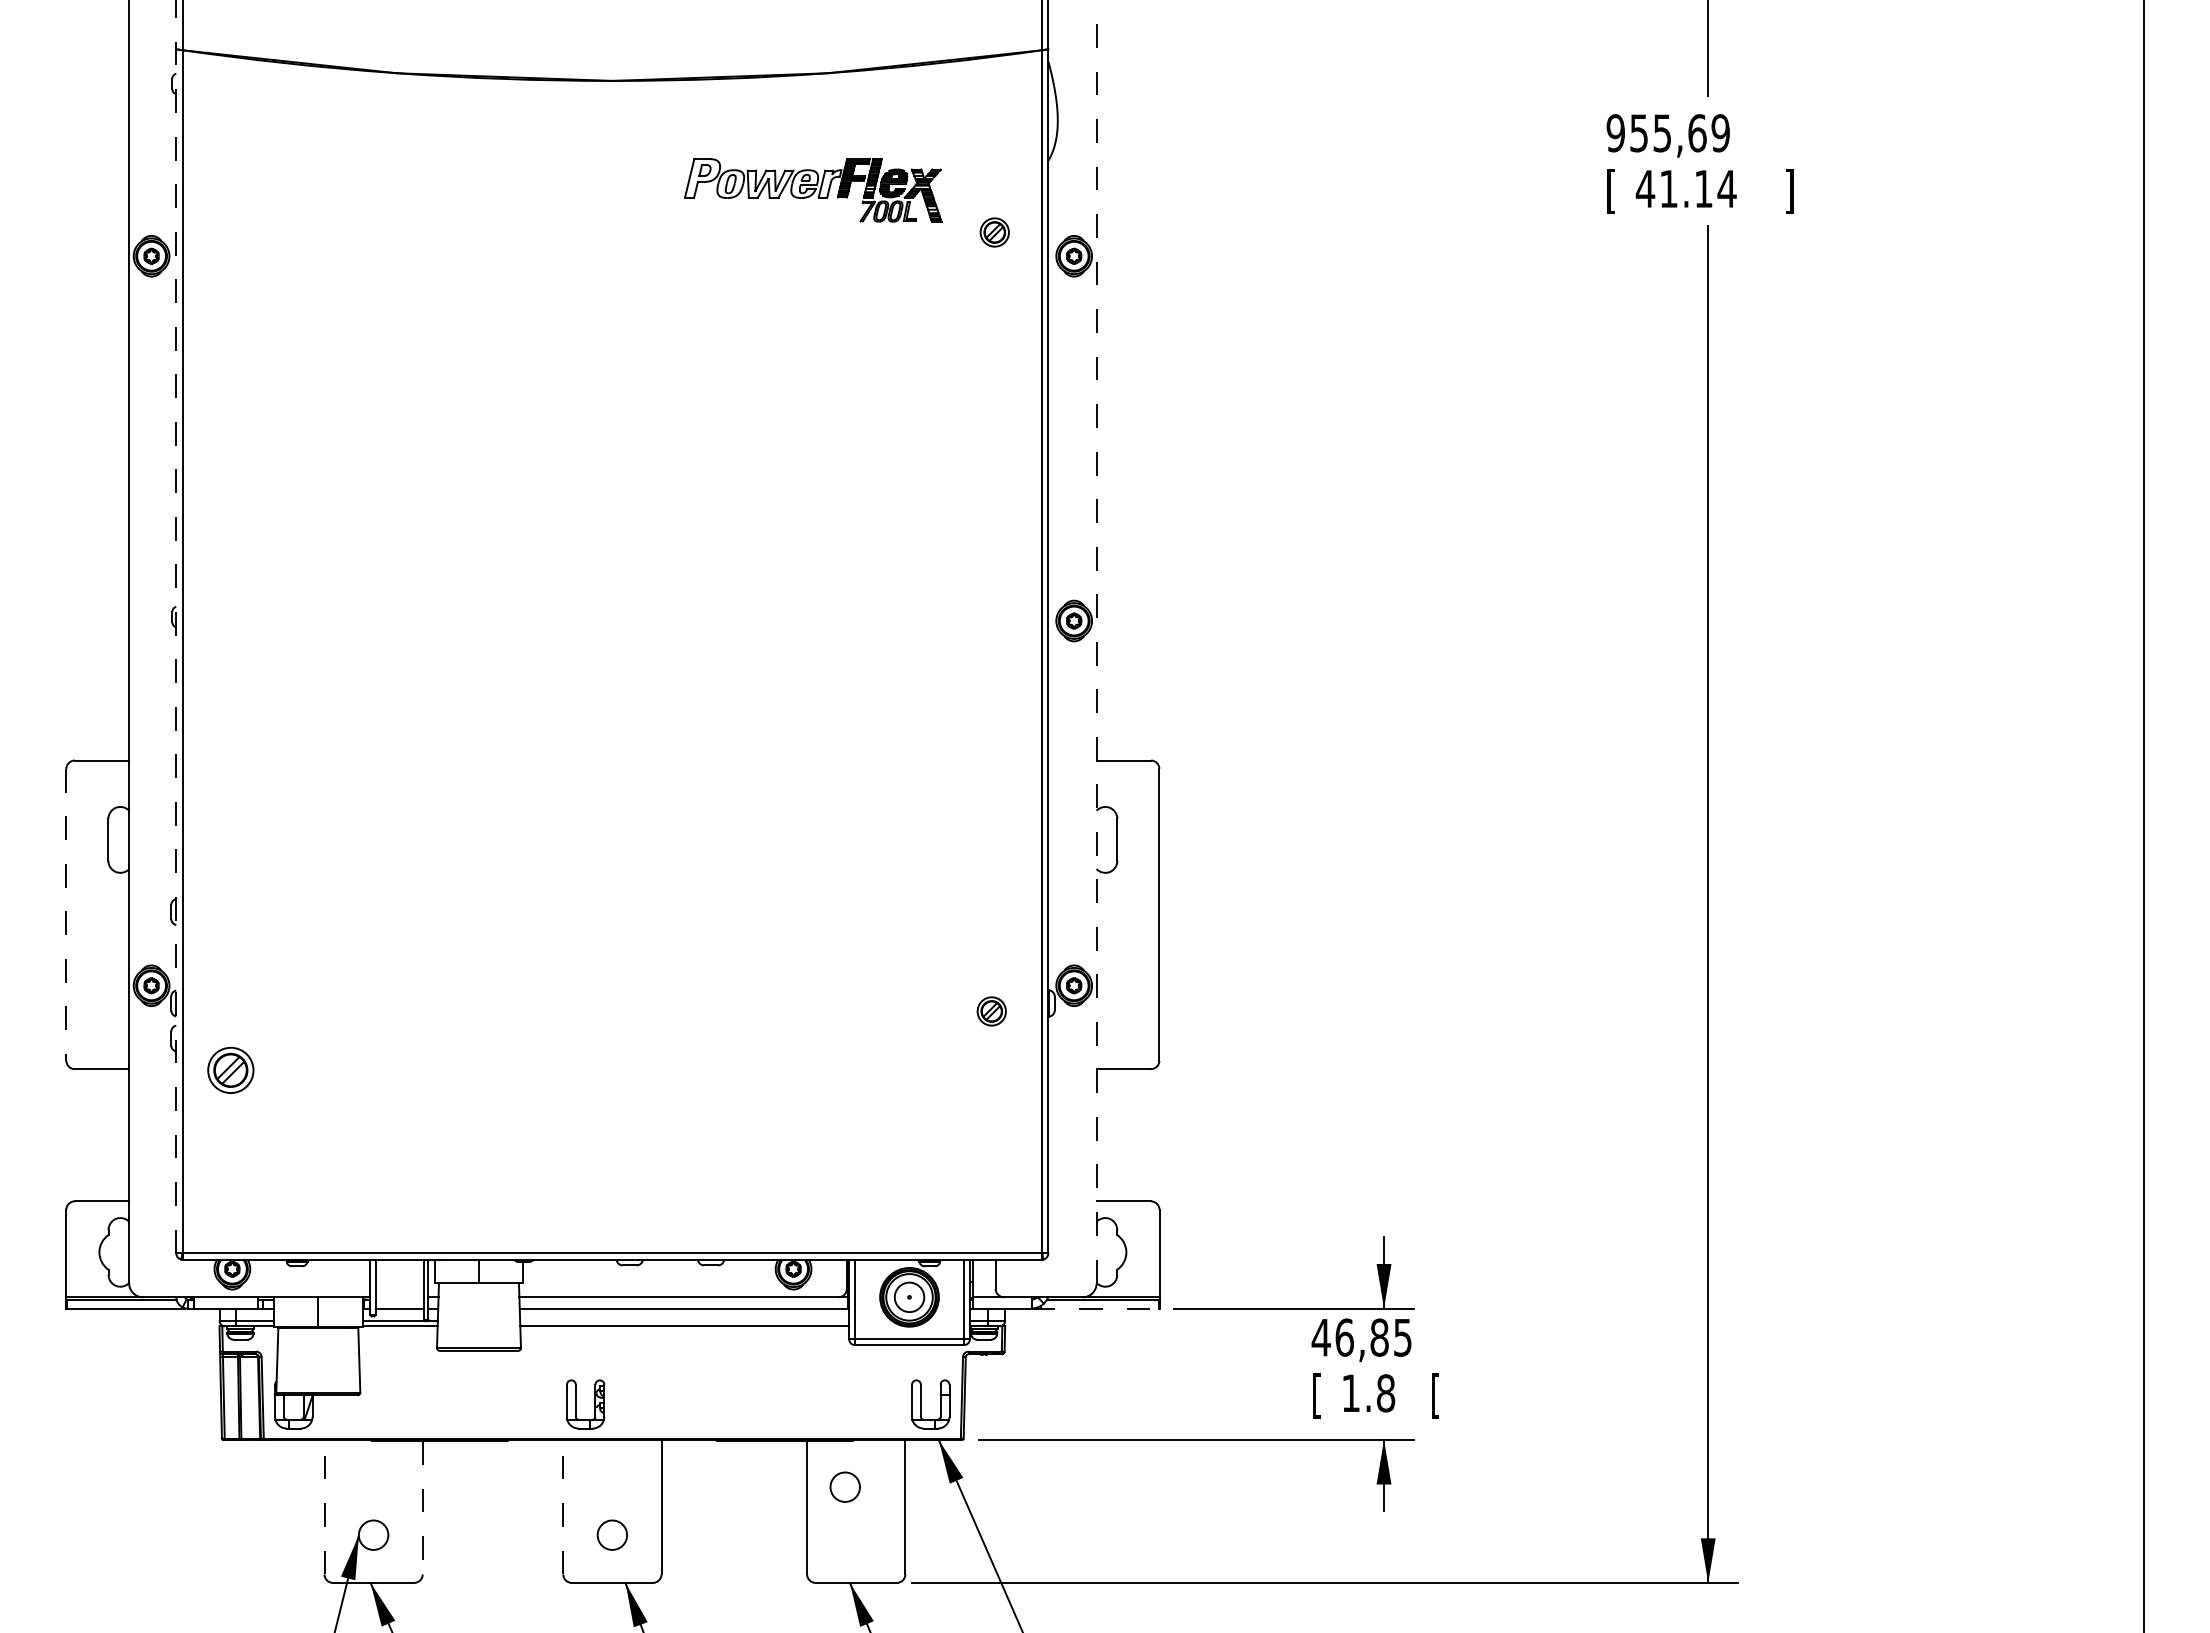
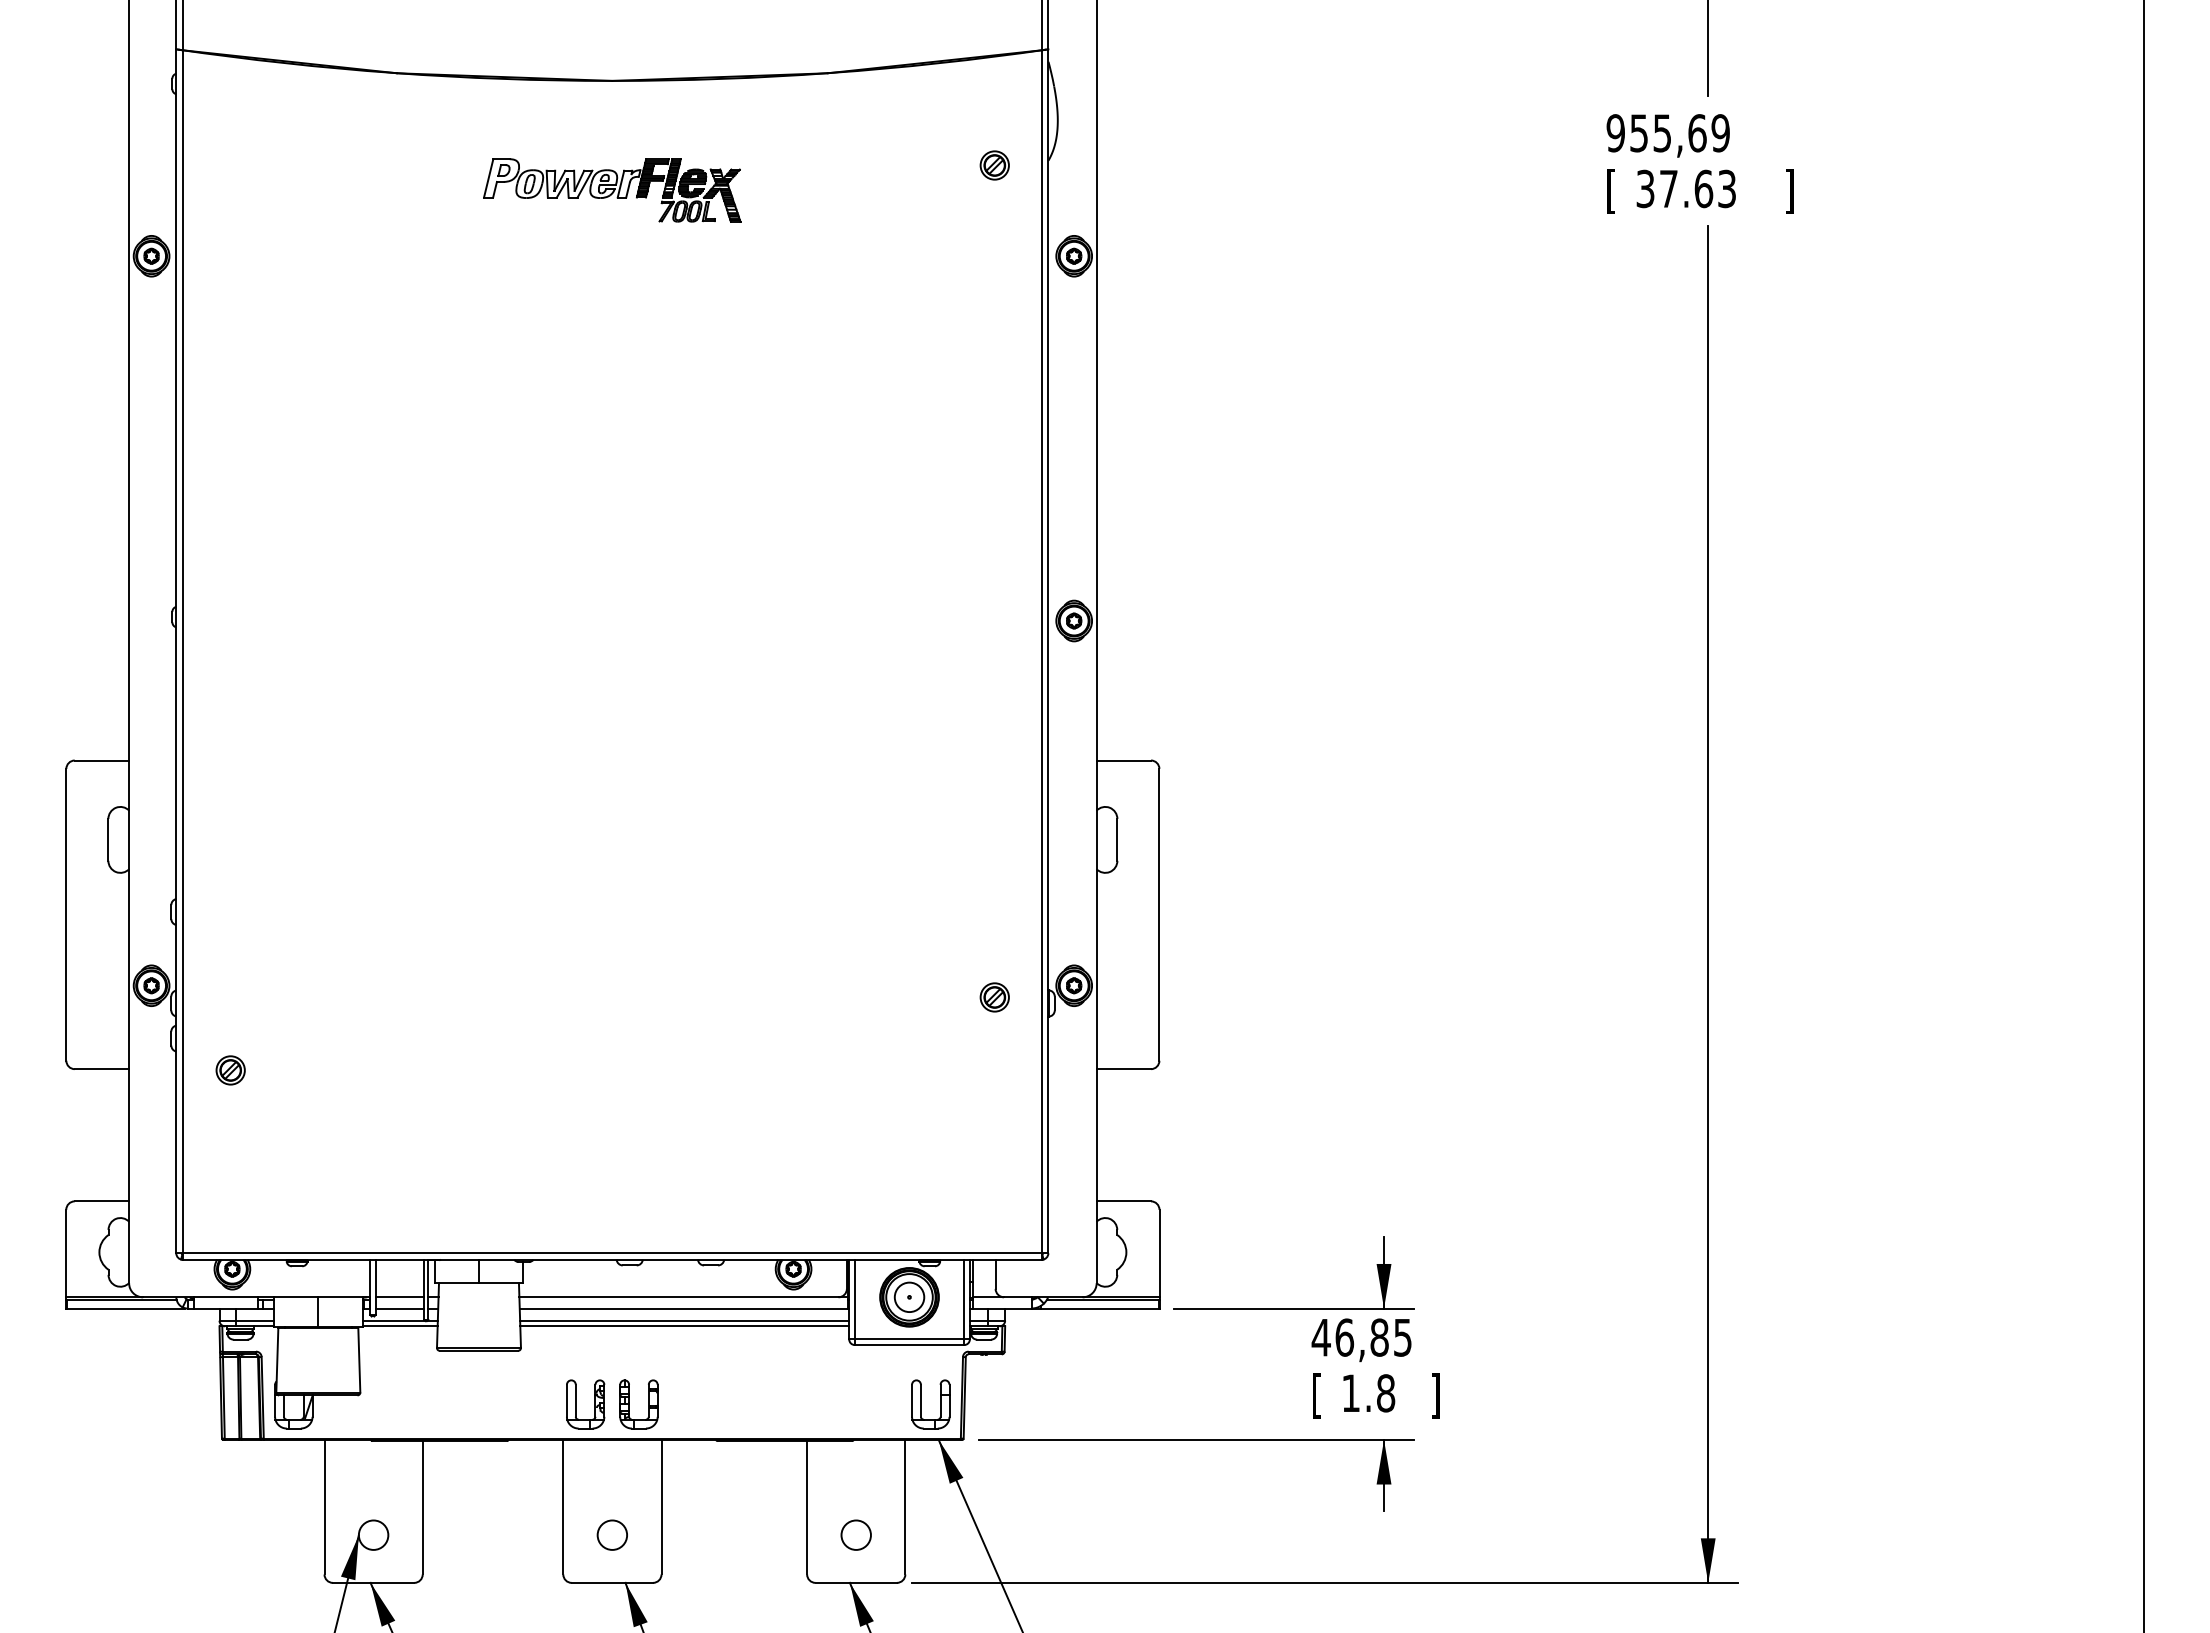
text at (1685, 188): 41.14 -> 37.63
part at (813, 190) position: (813, 190) -> (612, 190)
part at (994, 232) position: (994, 232) -> (994, 165)
line at (176, 626): dashed -> solid
line at (1096, 641): dashed -> solid
line at (66, 914): dashed -> solid
part at (991, 1011) position: (991, 1011) -> (994, 997)
part at (230, 1069) size: 48x48 px -> 31x31 px
line at (399, 1297): none -> present
line at (1095, 1308): dashed -> solid
line at (684, 1320): none -> present
text at (1435, 1395): [ -> ]
part at (629, 1404): none -> present
circle at (844, 1486) position: (844, 1486) -> (855, 1534)
line at (324, 1506): dashed -> solid
line at (563, 1506): dashed -> solid
line at (422, 1507): dashed -> solid
